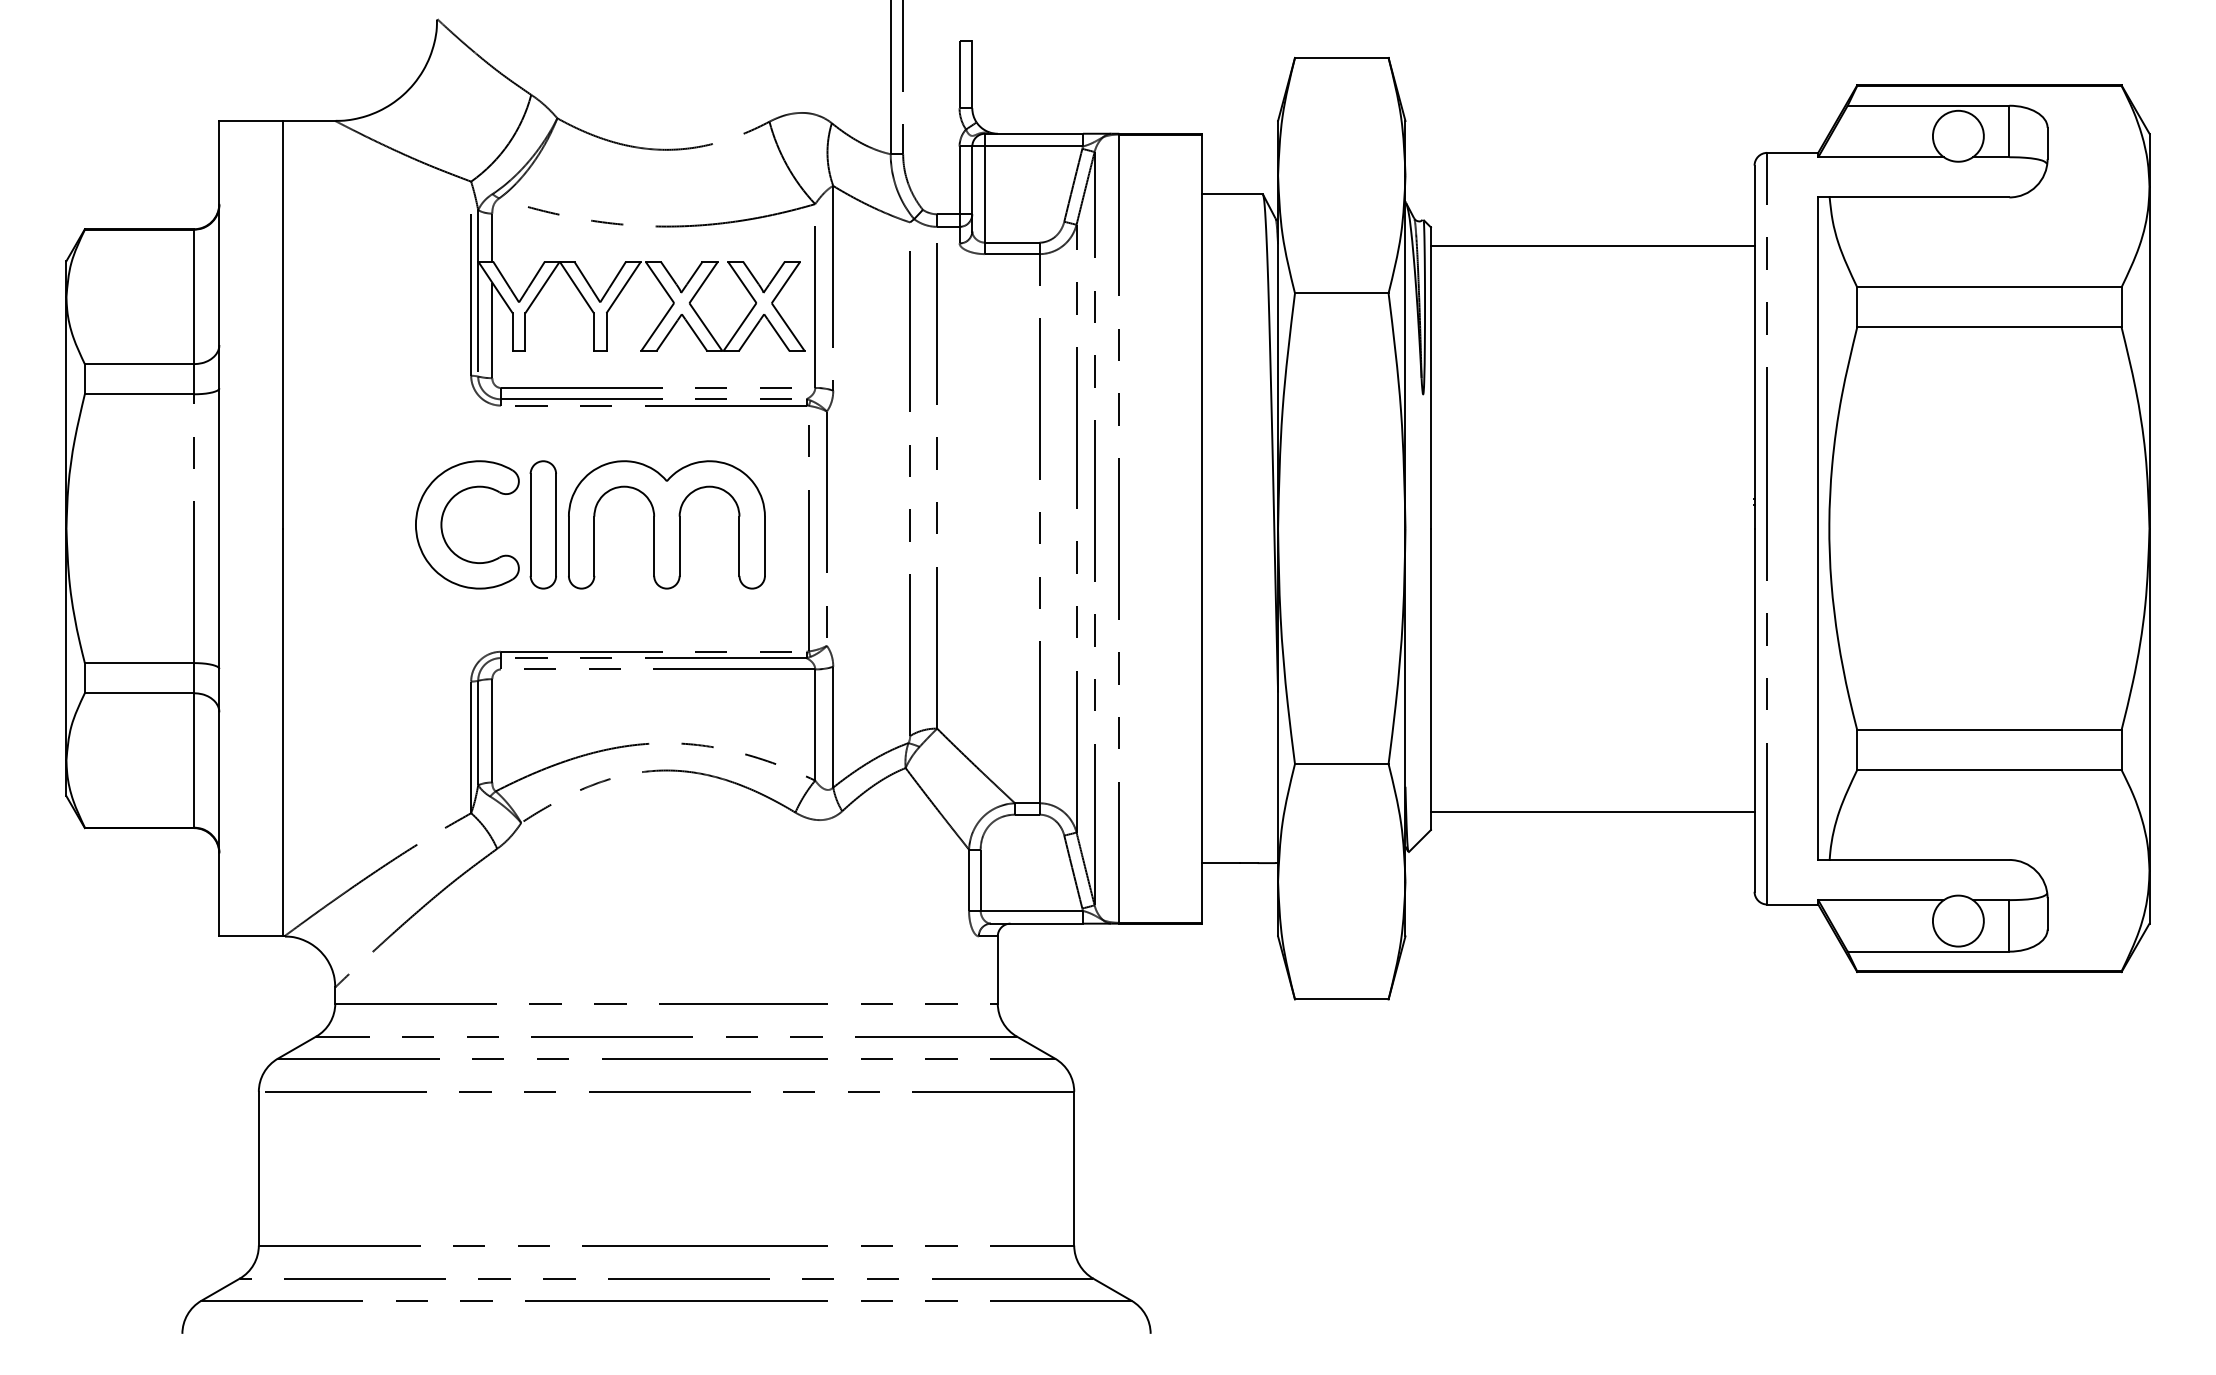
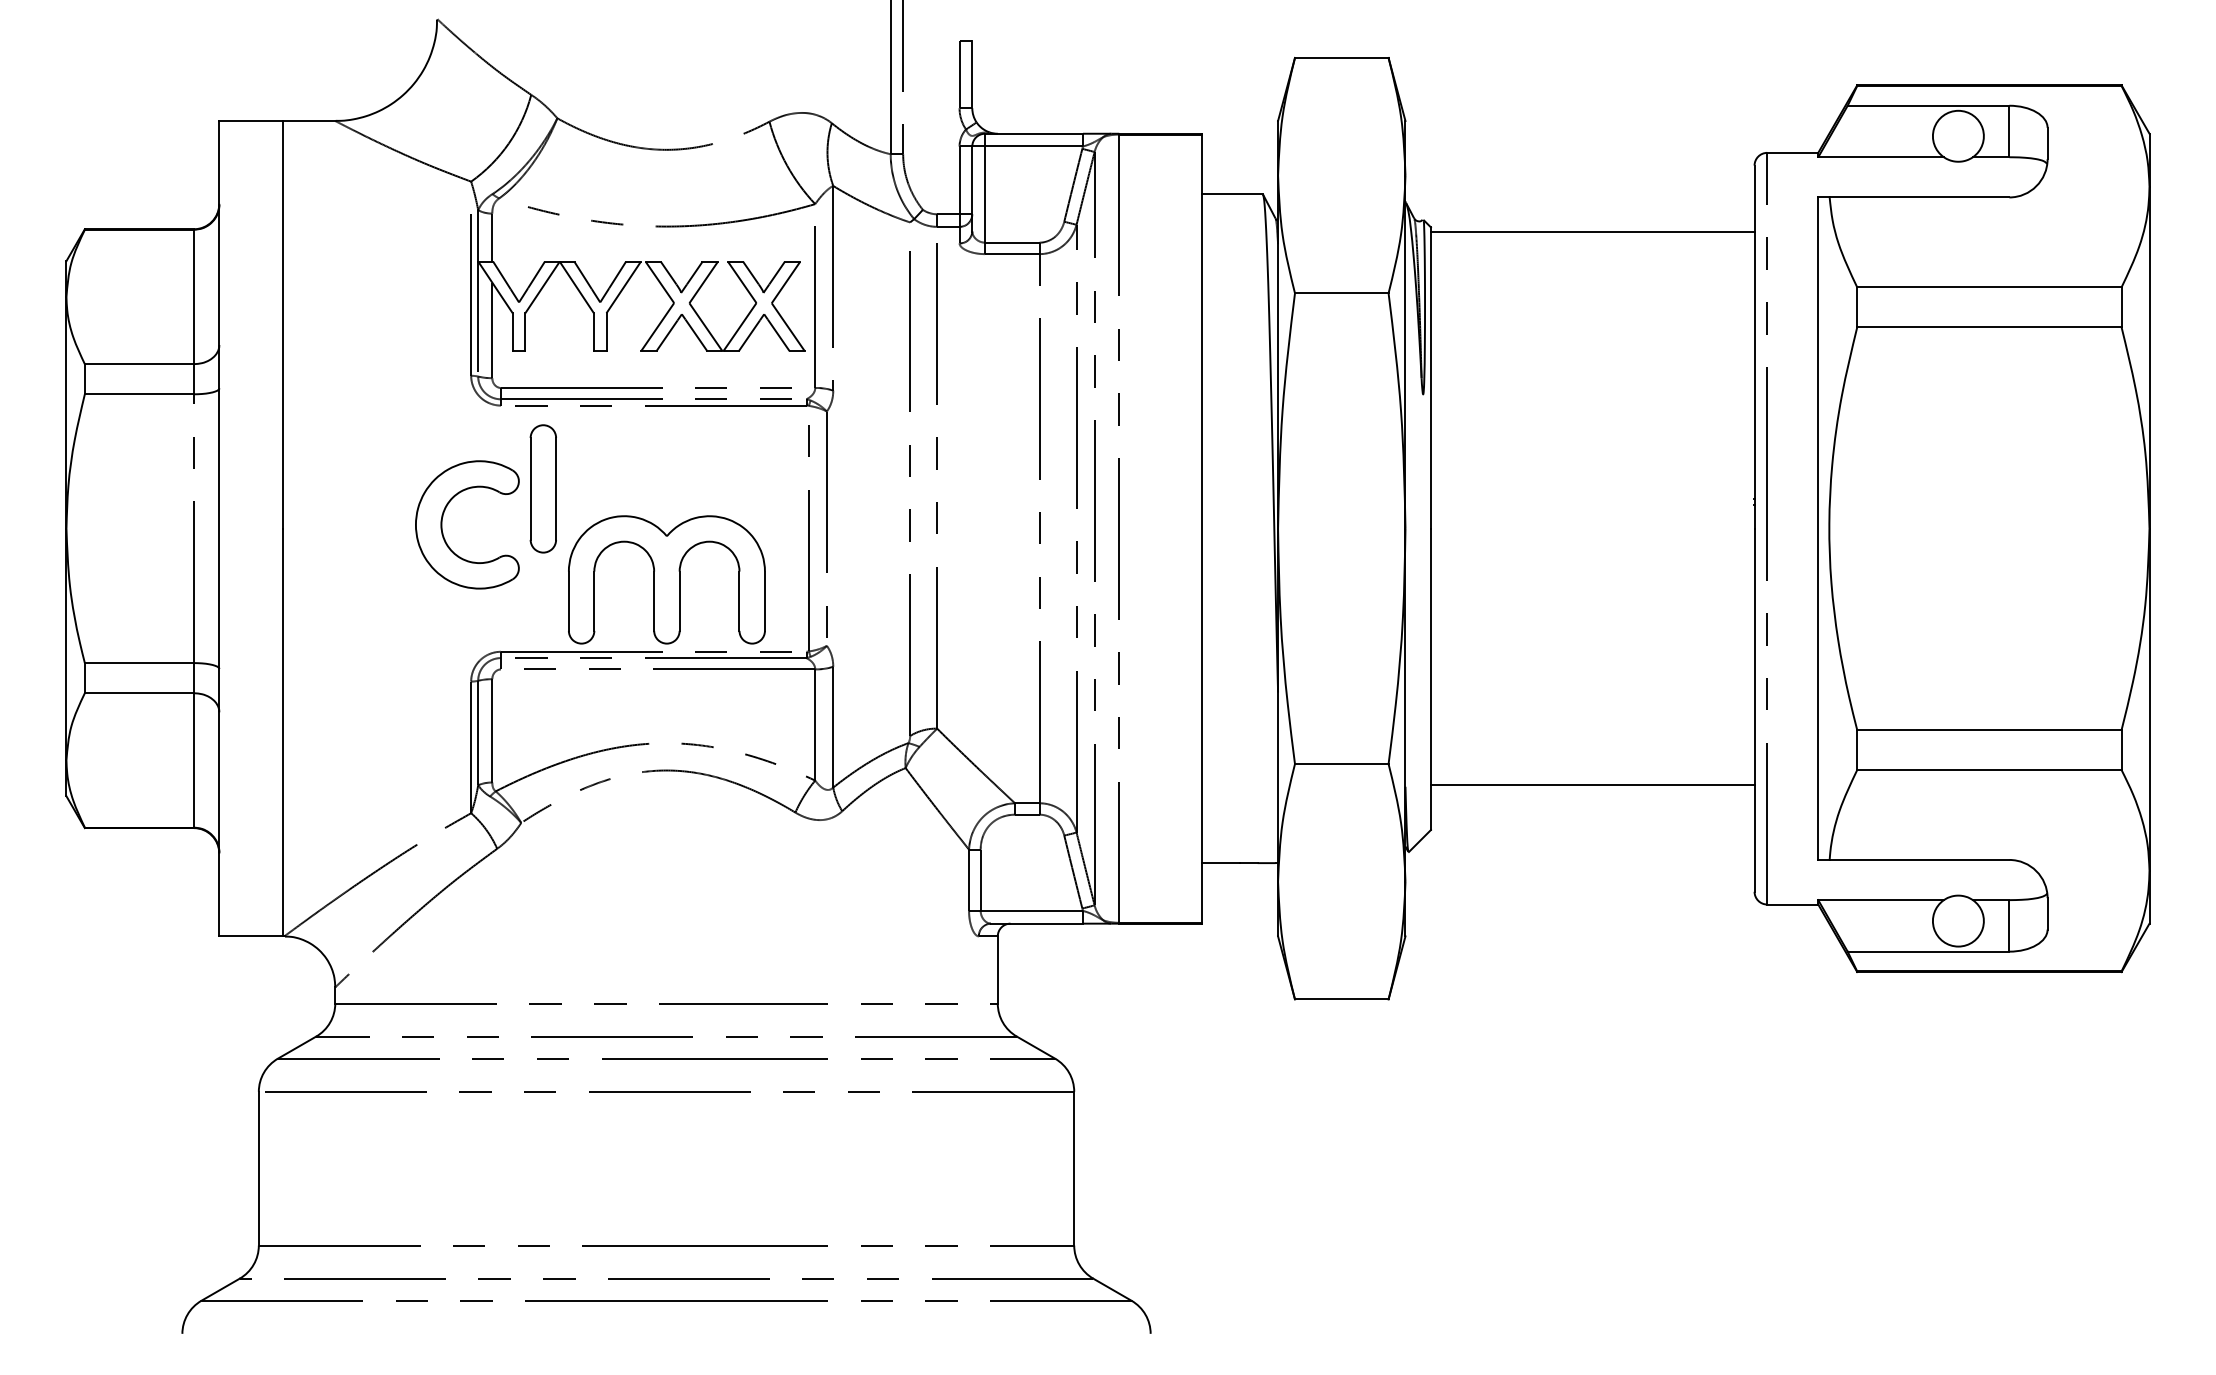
line at (1592, 245) position: (1592, 245) -> (1592, 231)
part at (542, 524) position: (542, 524) -> (542, 488)
part at (666, 524) position: (666, 524) -> (666, 579)
line at (1592, 811) position: (1592, 811) -> (1592, 784)
